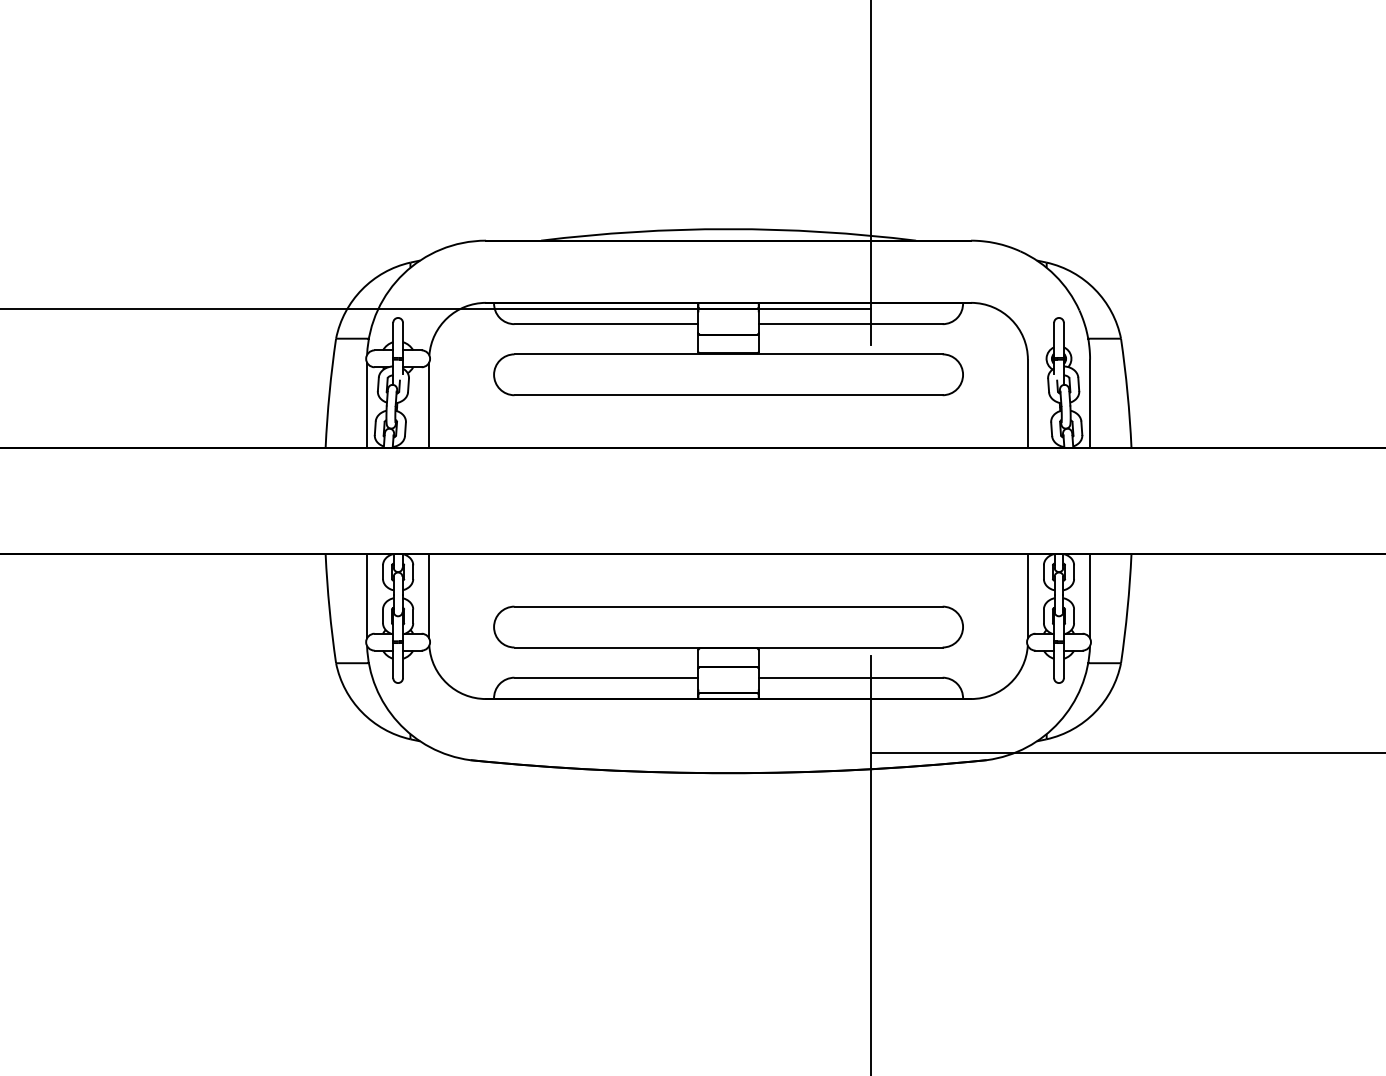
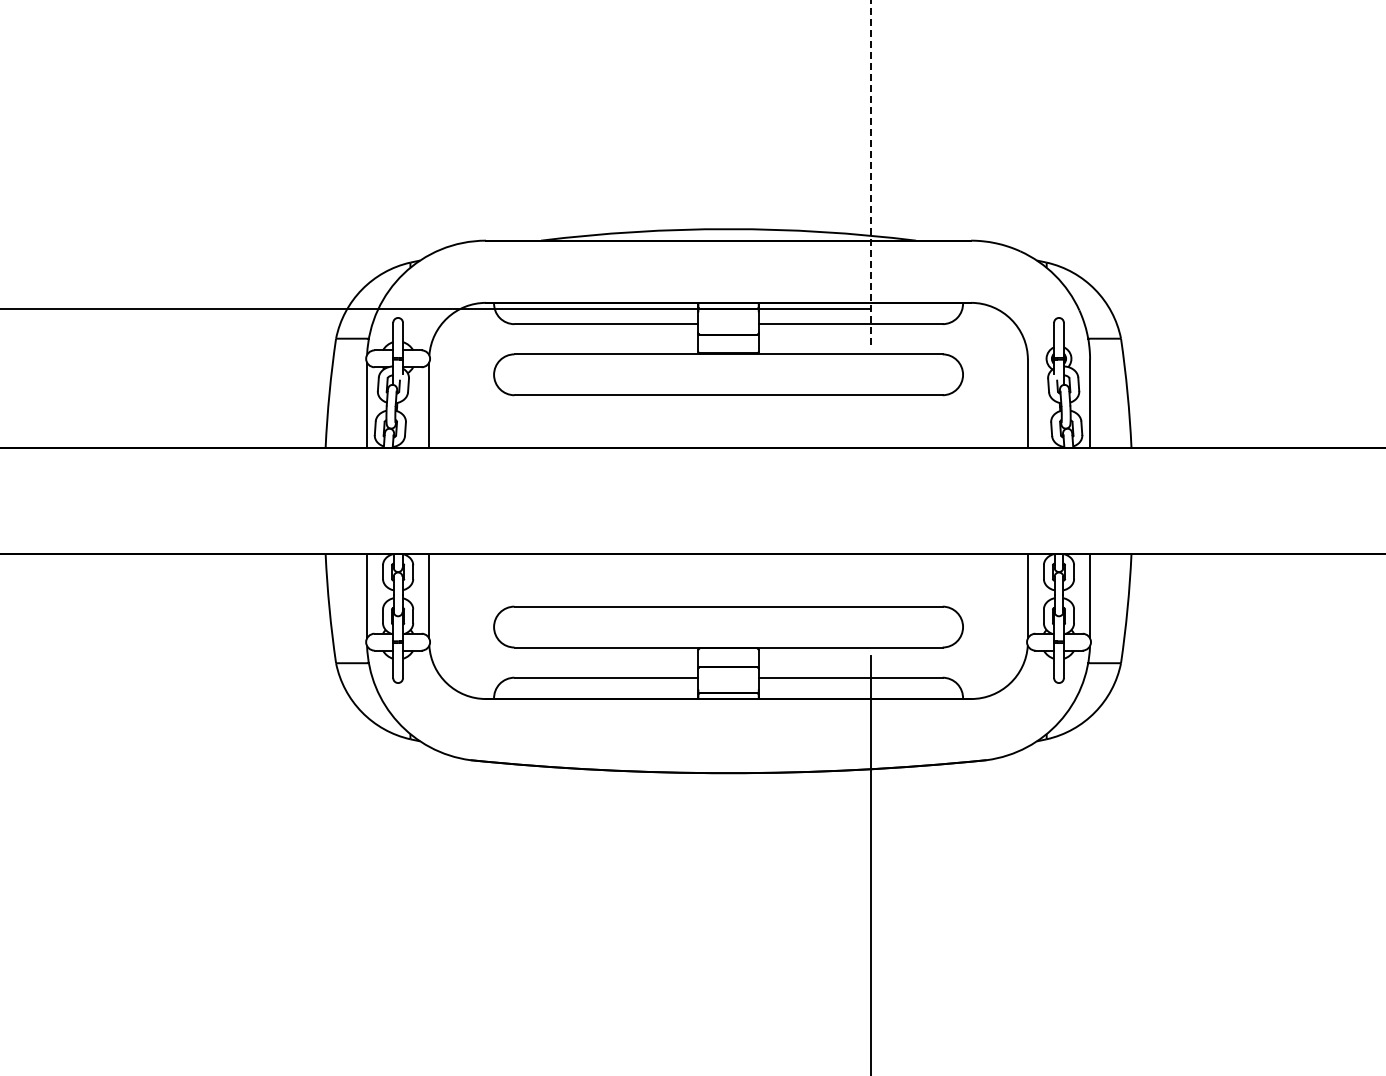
line at (870, 172): solid -> dashed
line at (1126, 753): present -> none
